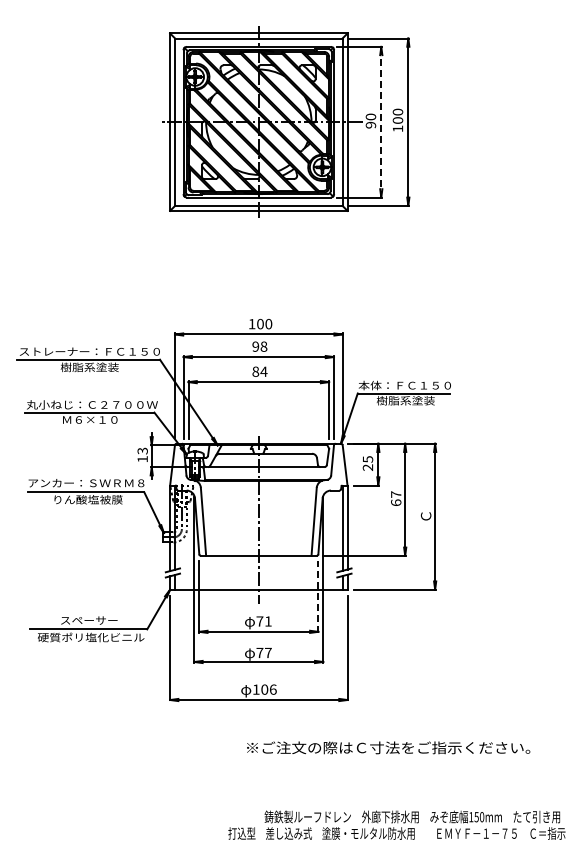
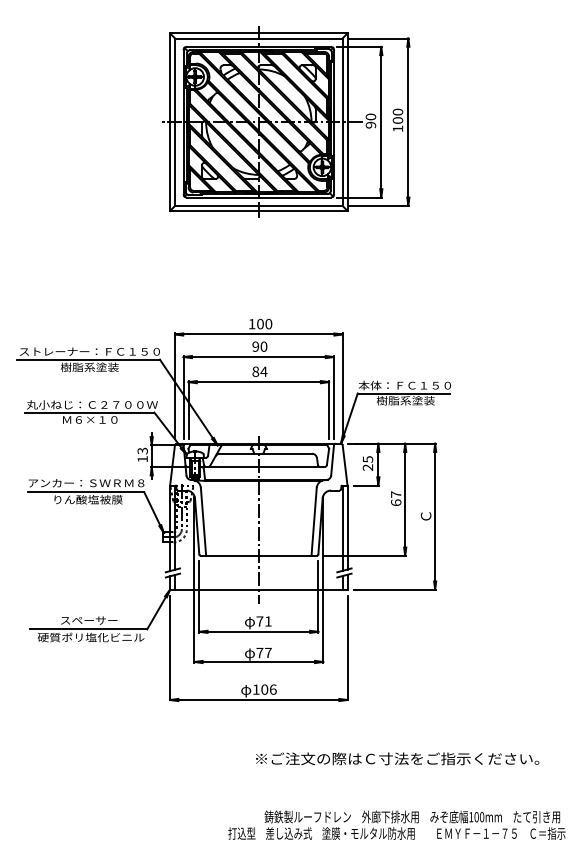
line at (381, 121): dashed -> solid
text at (263, 346): 98 -> 90
line at (318, 596): dashed -> solid
text at (388, 747) position: (388, 747) -> (397, 758)
text at (476, 817): 150mm -> 100mm
